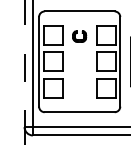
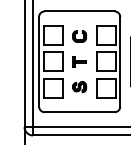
part at (79, 61): none -> present
line at (24, 64): dashed -> solid
part at (79, 86): none -> present
